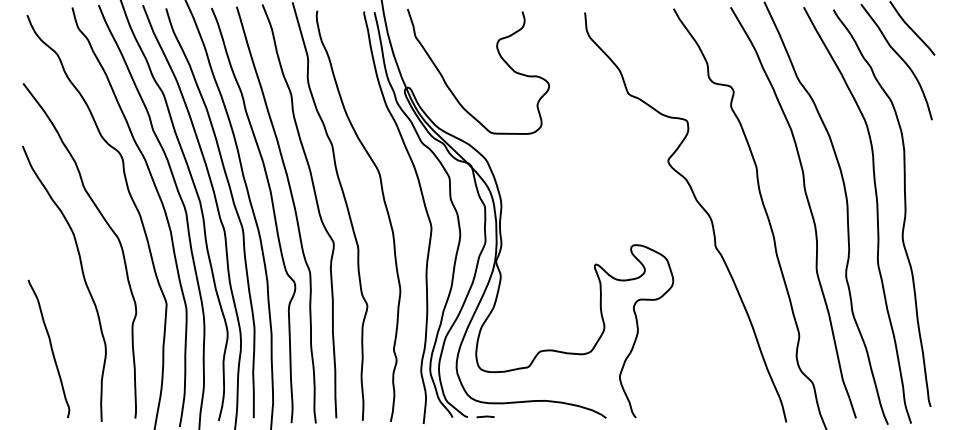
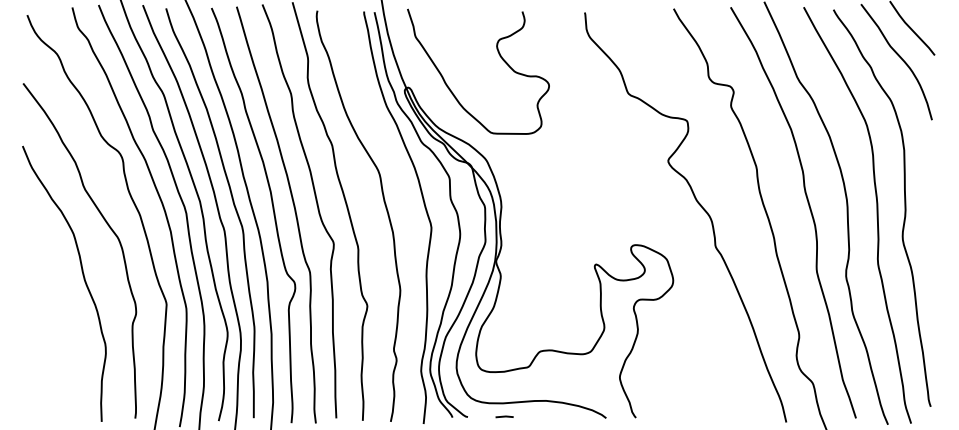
curve at (50, 348): present -> none
line at (485, 416) position: (485, 416) -> (504, 416)
